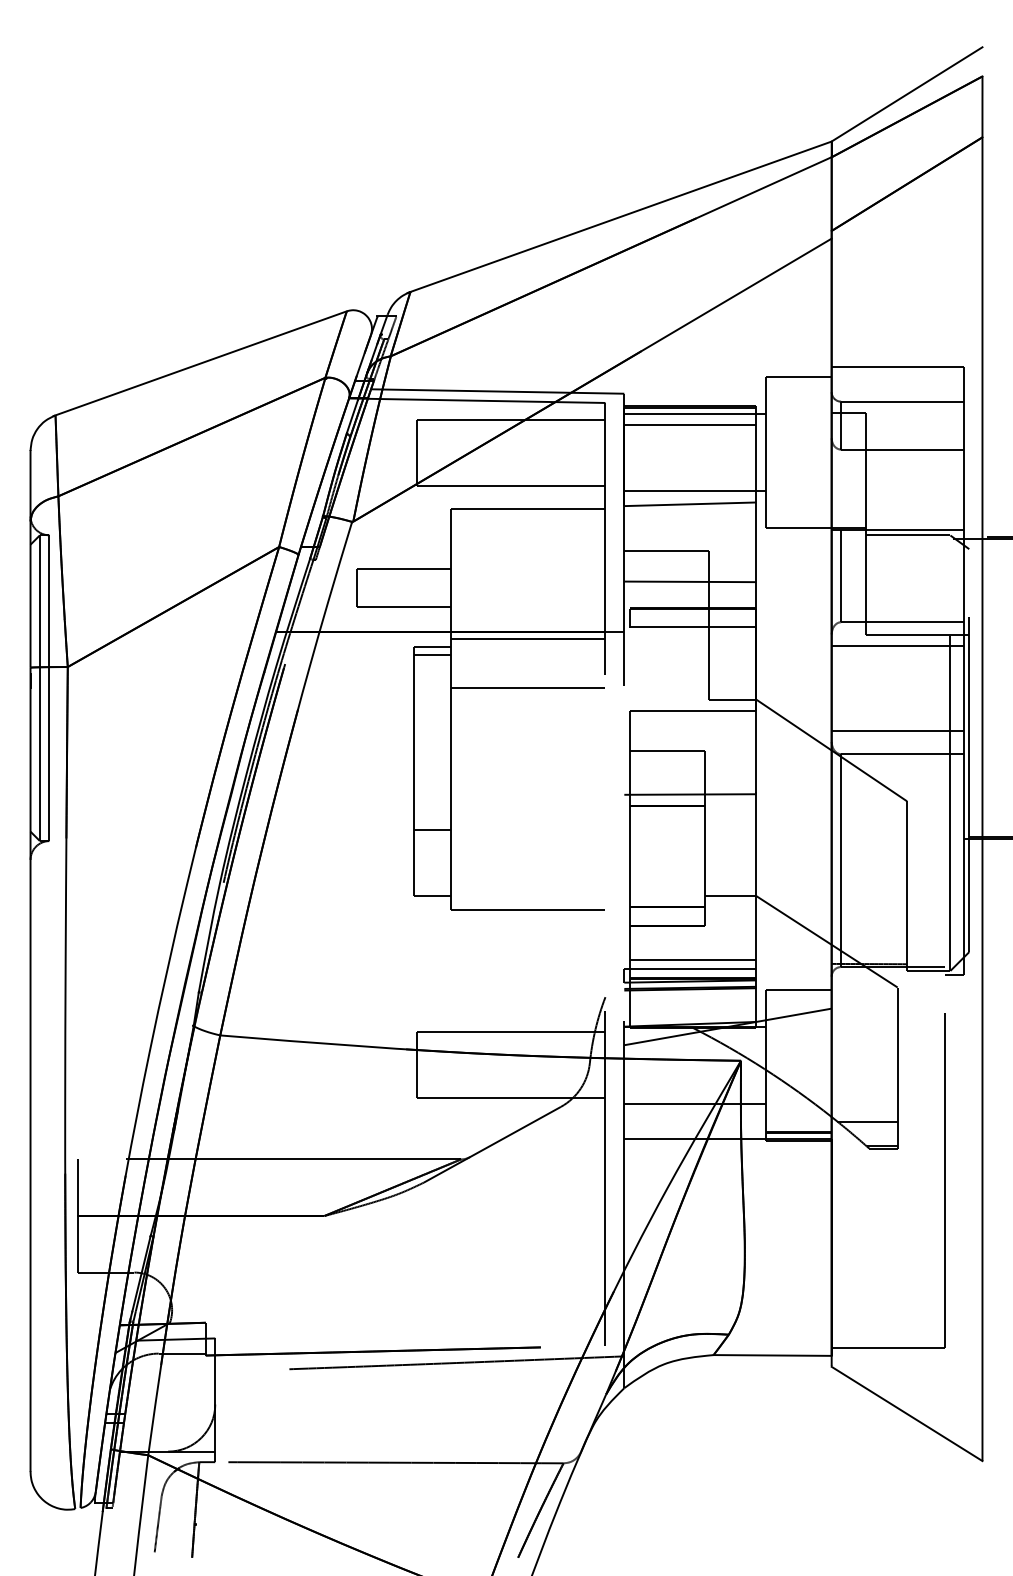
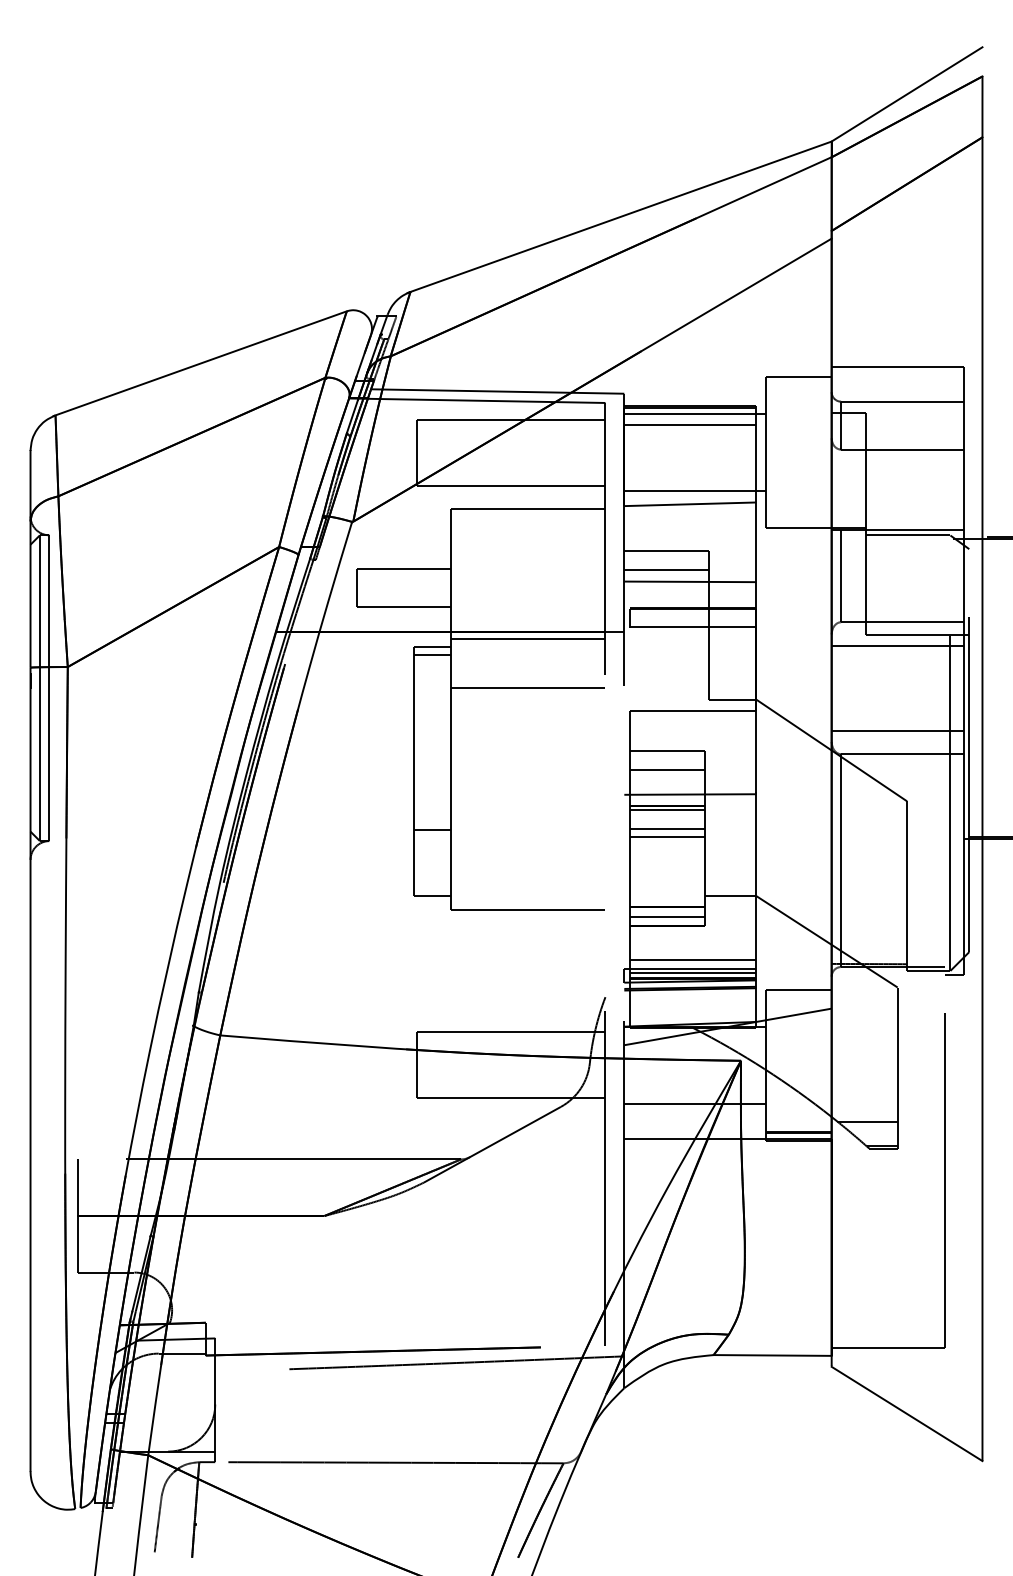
line at (666, 569): none -> present
line at (667, 770): none -> present
line at (667, 809): none -> present
line at (667, 828): none -> present
line at (667, 837): none -> present
line at (667, 917): none -> present
line at (692, 973): none -> present
